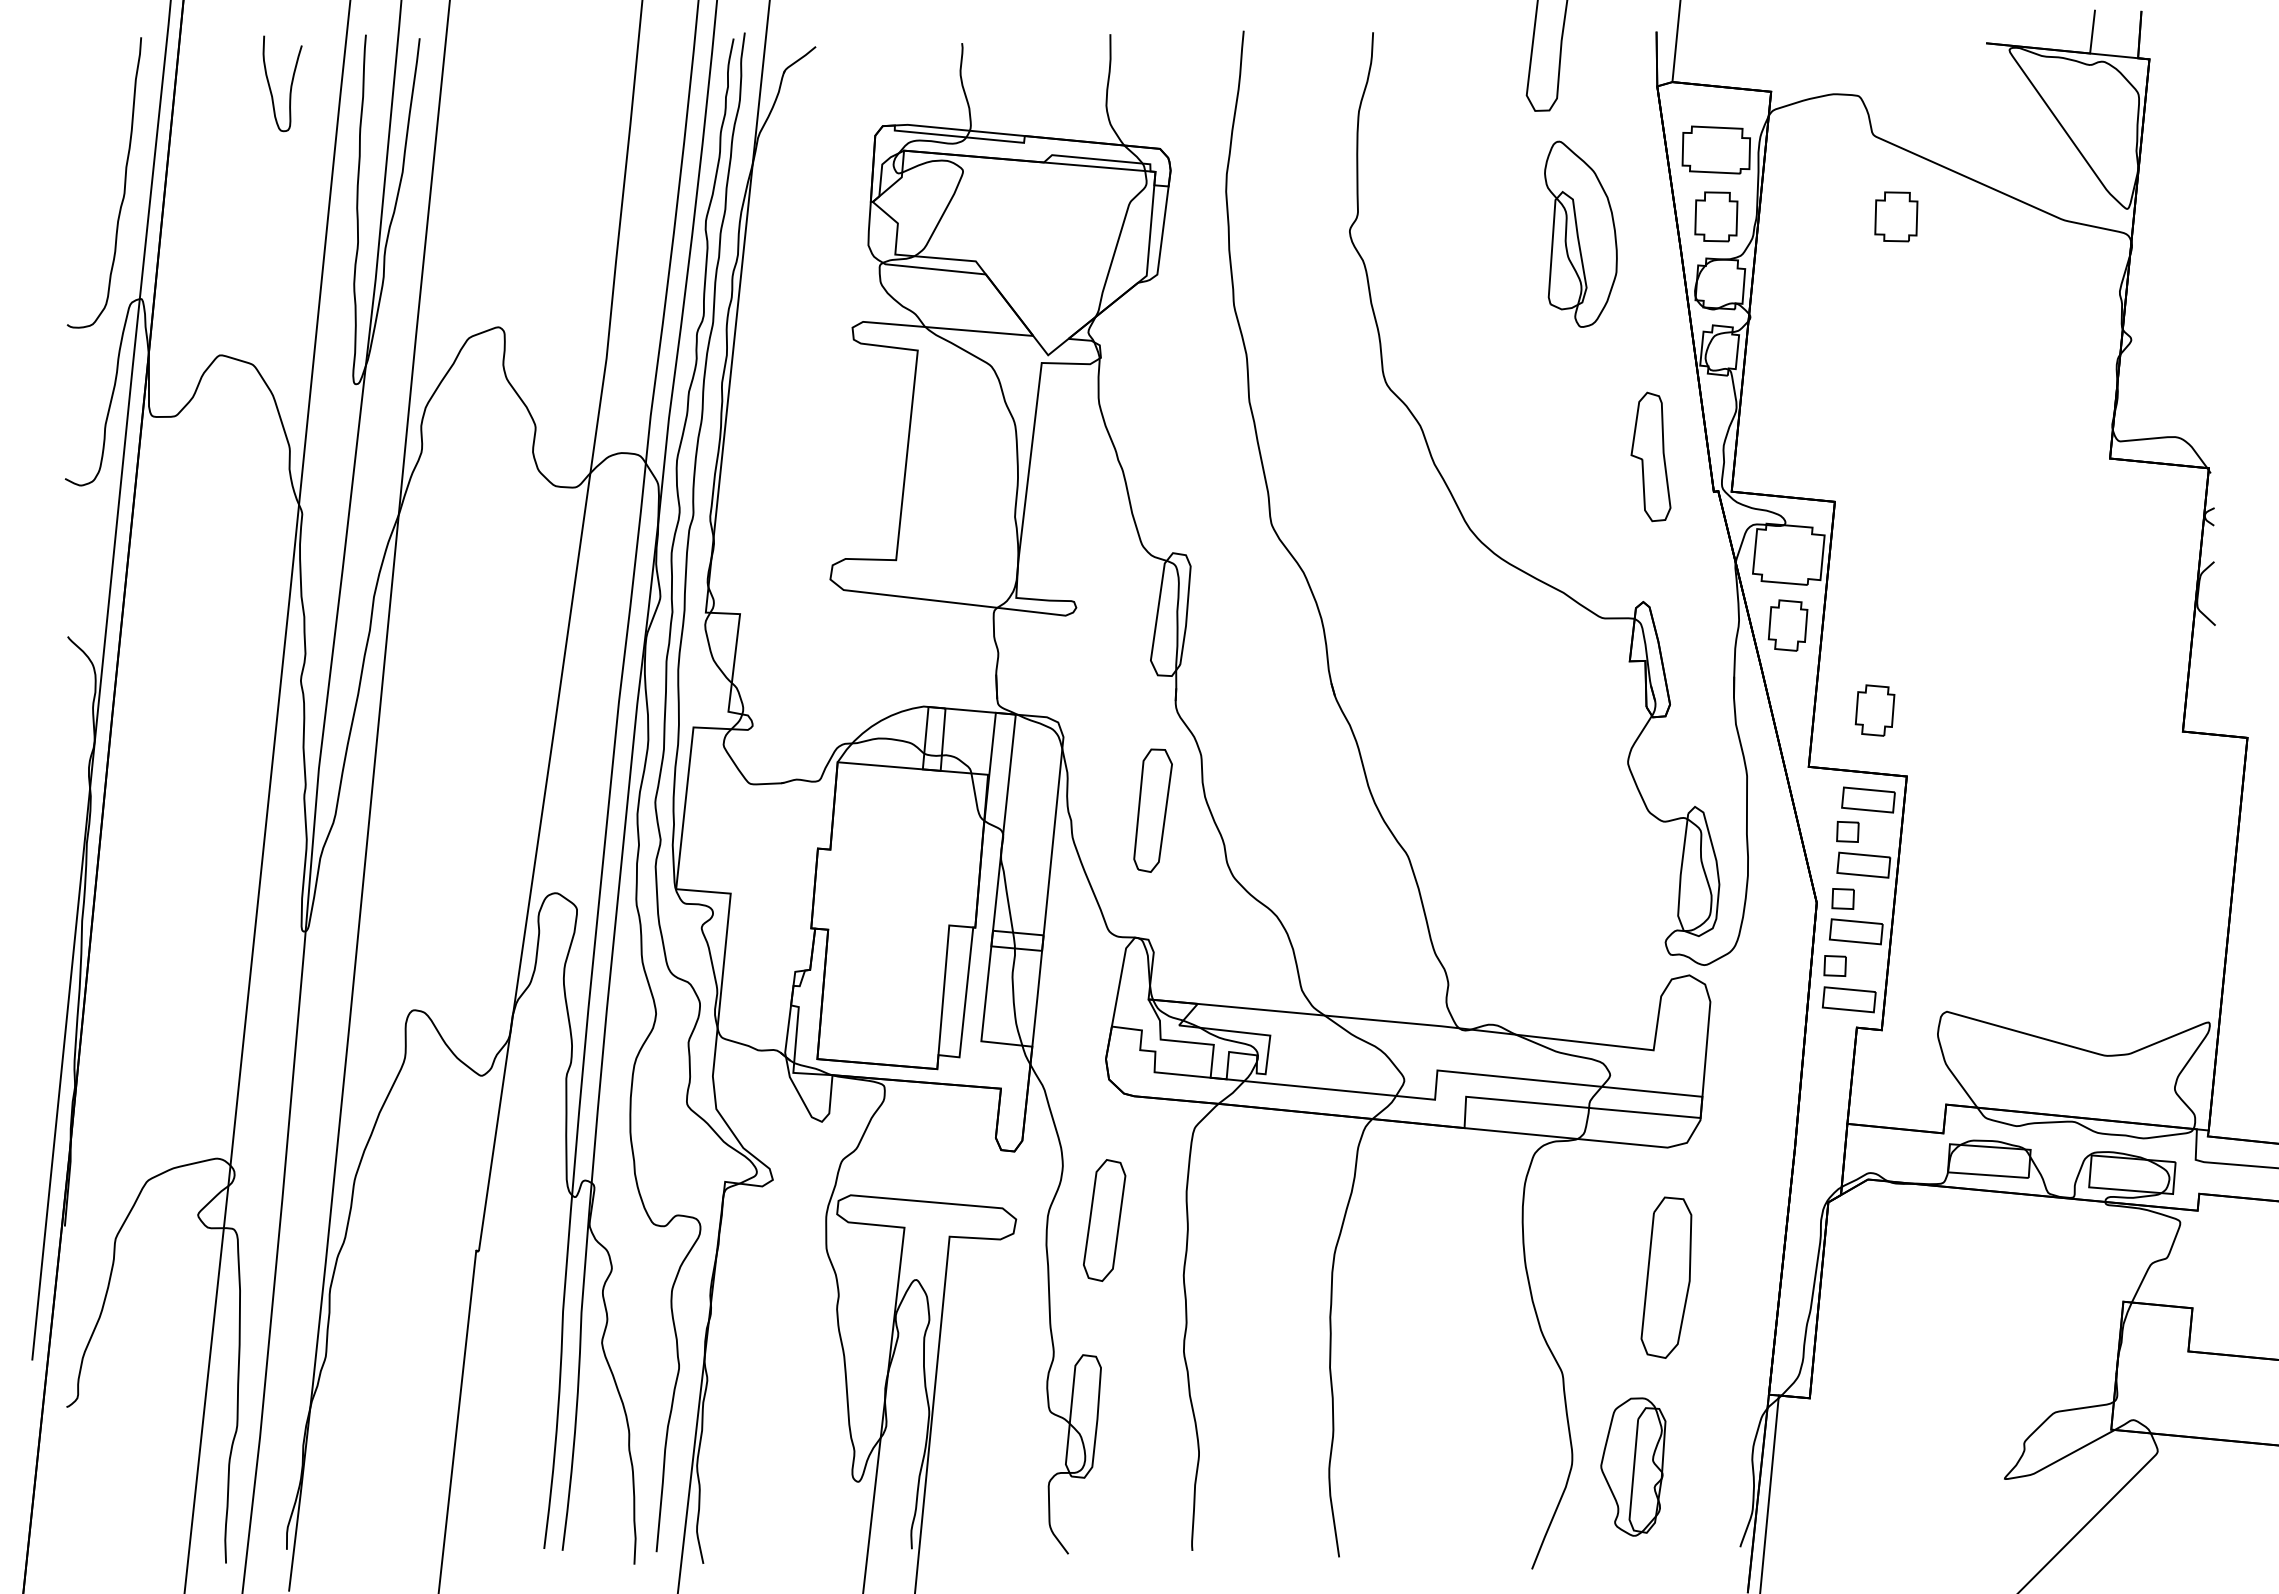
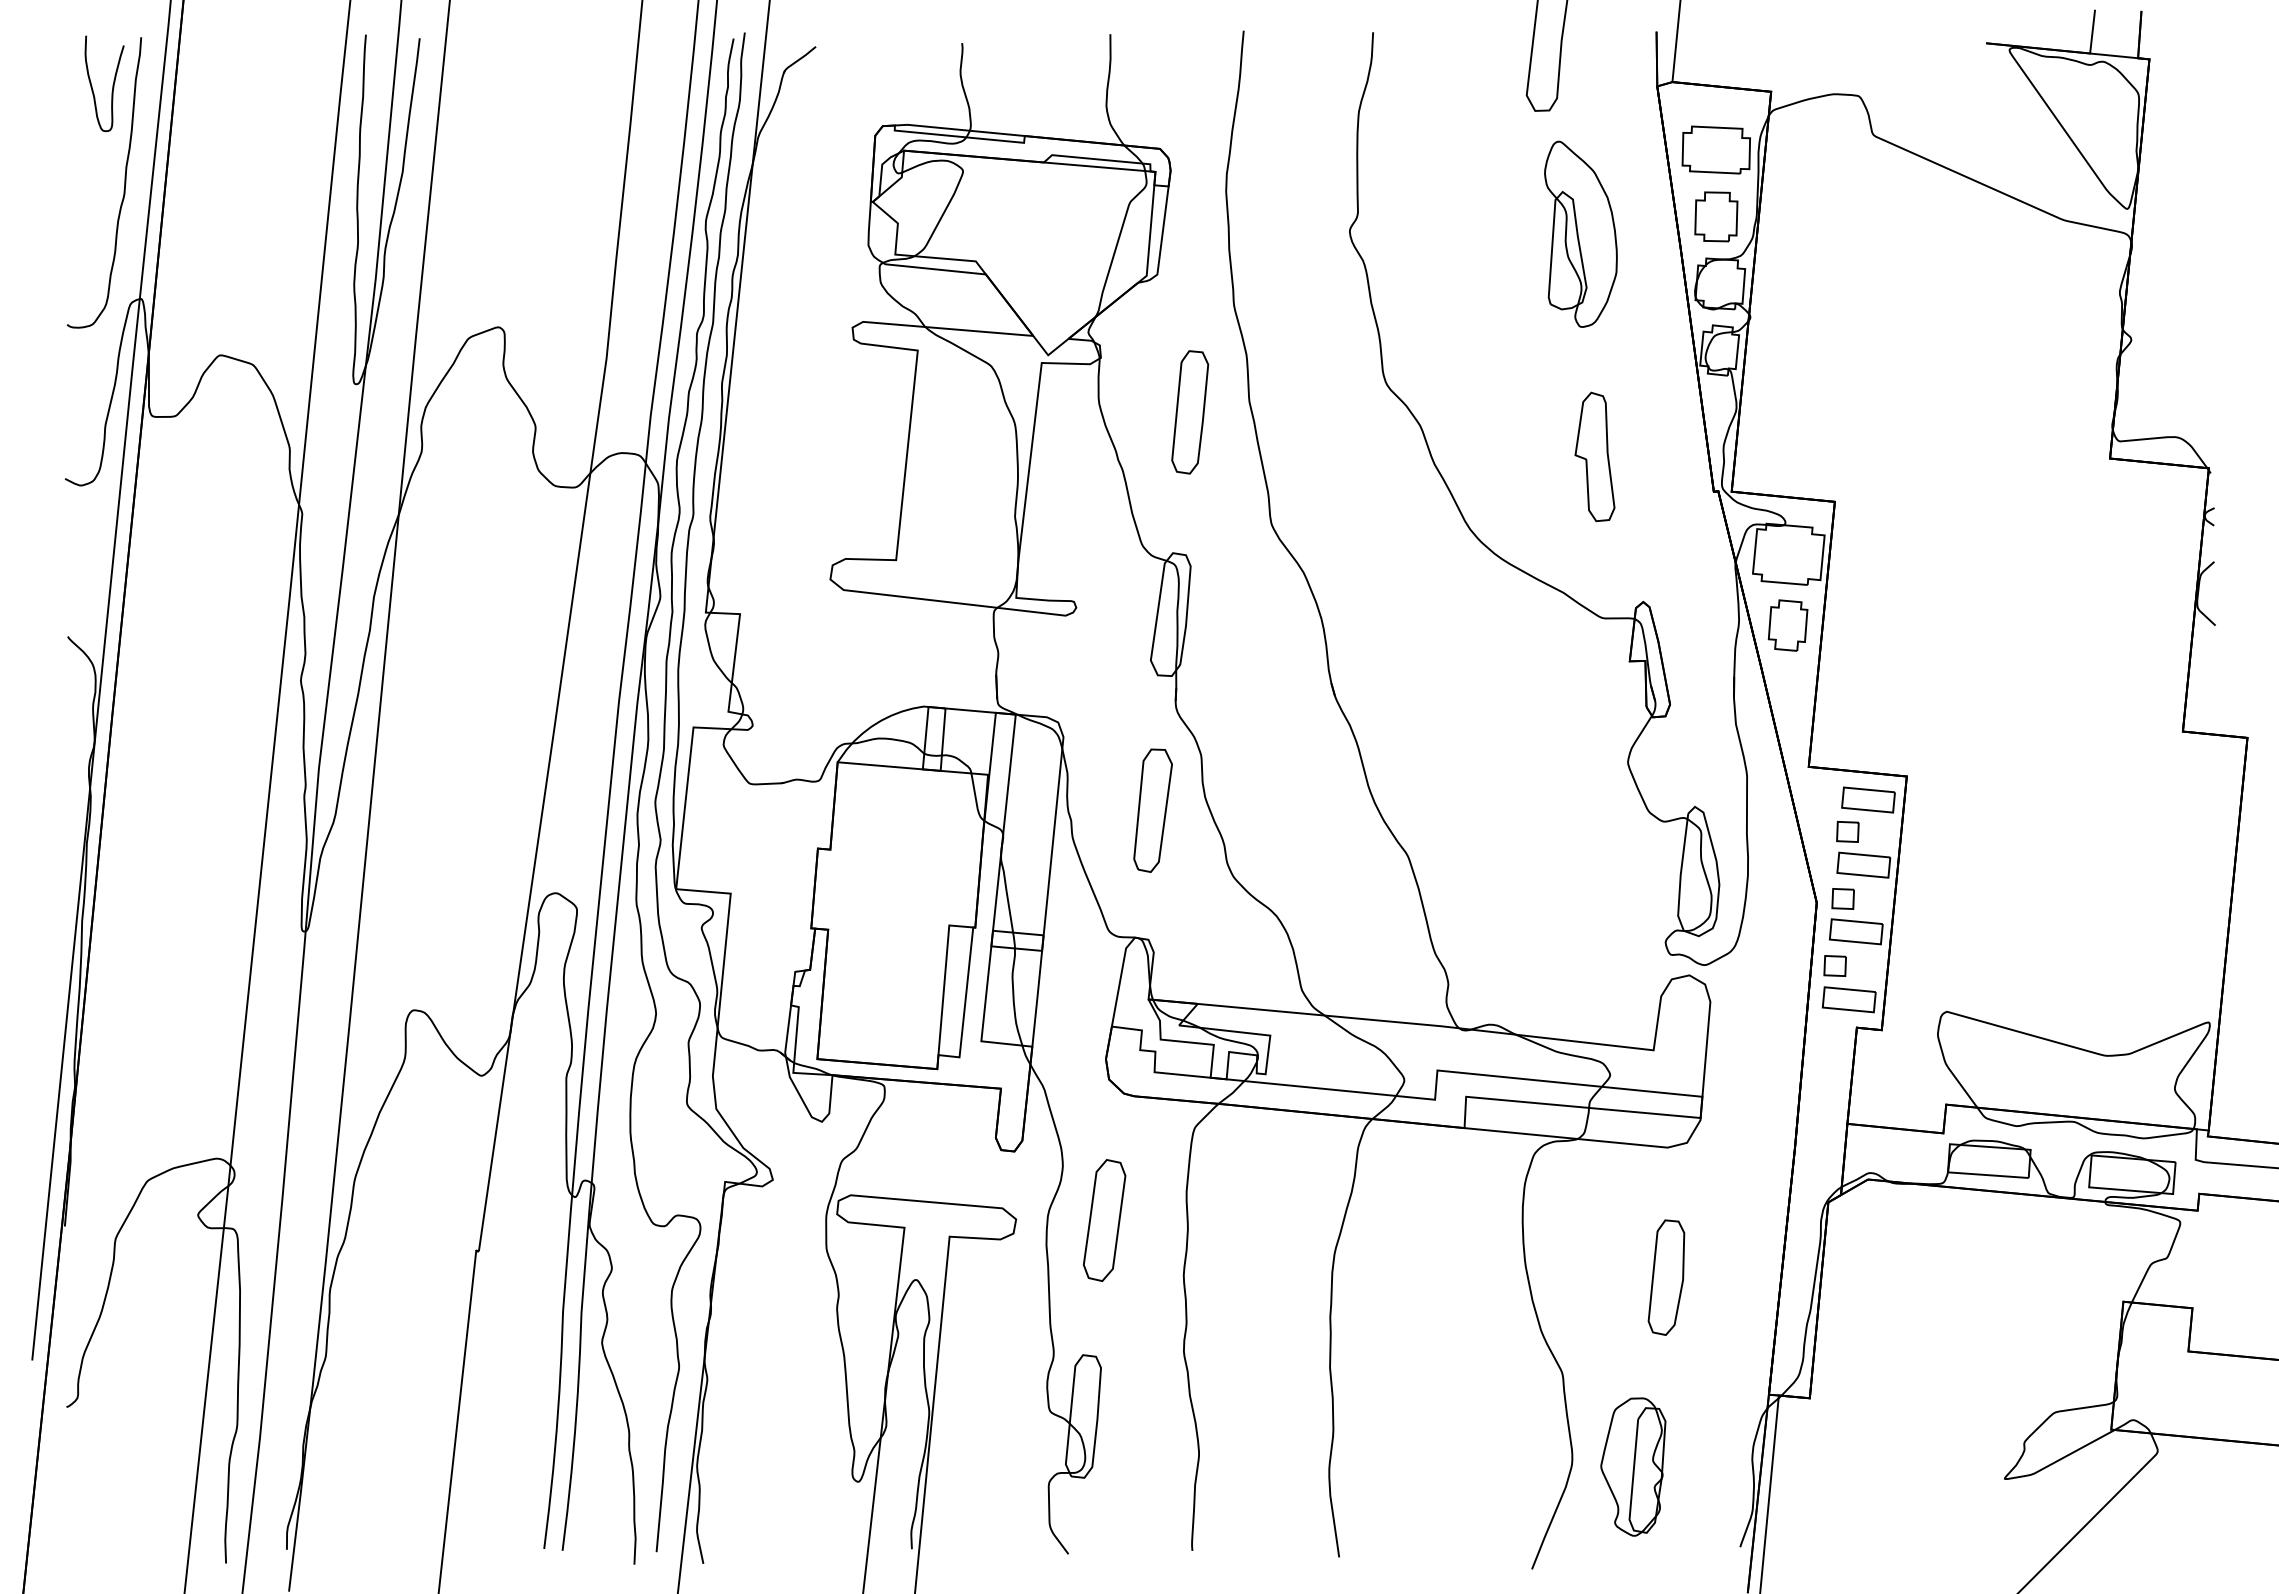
curve at (290, 84) position: (290, 84) -> (112, 84)
part at (1896, 216): present -> none
part at (1190, 412): none -> present
part at (1650, 456) position: (1650, 456) -> (1594, 456)
part at (1874, 710): present -> none
part at (1666, 1277) size: 53x163 px -> 39x117 px
